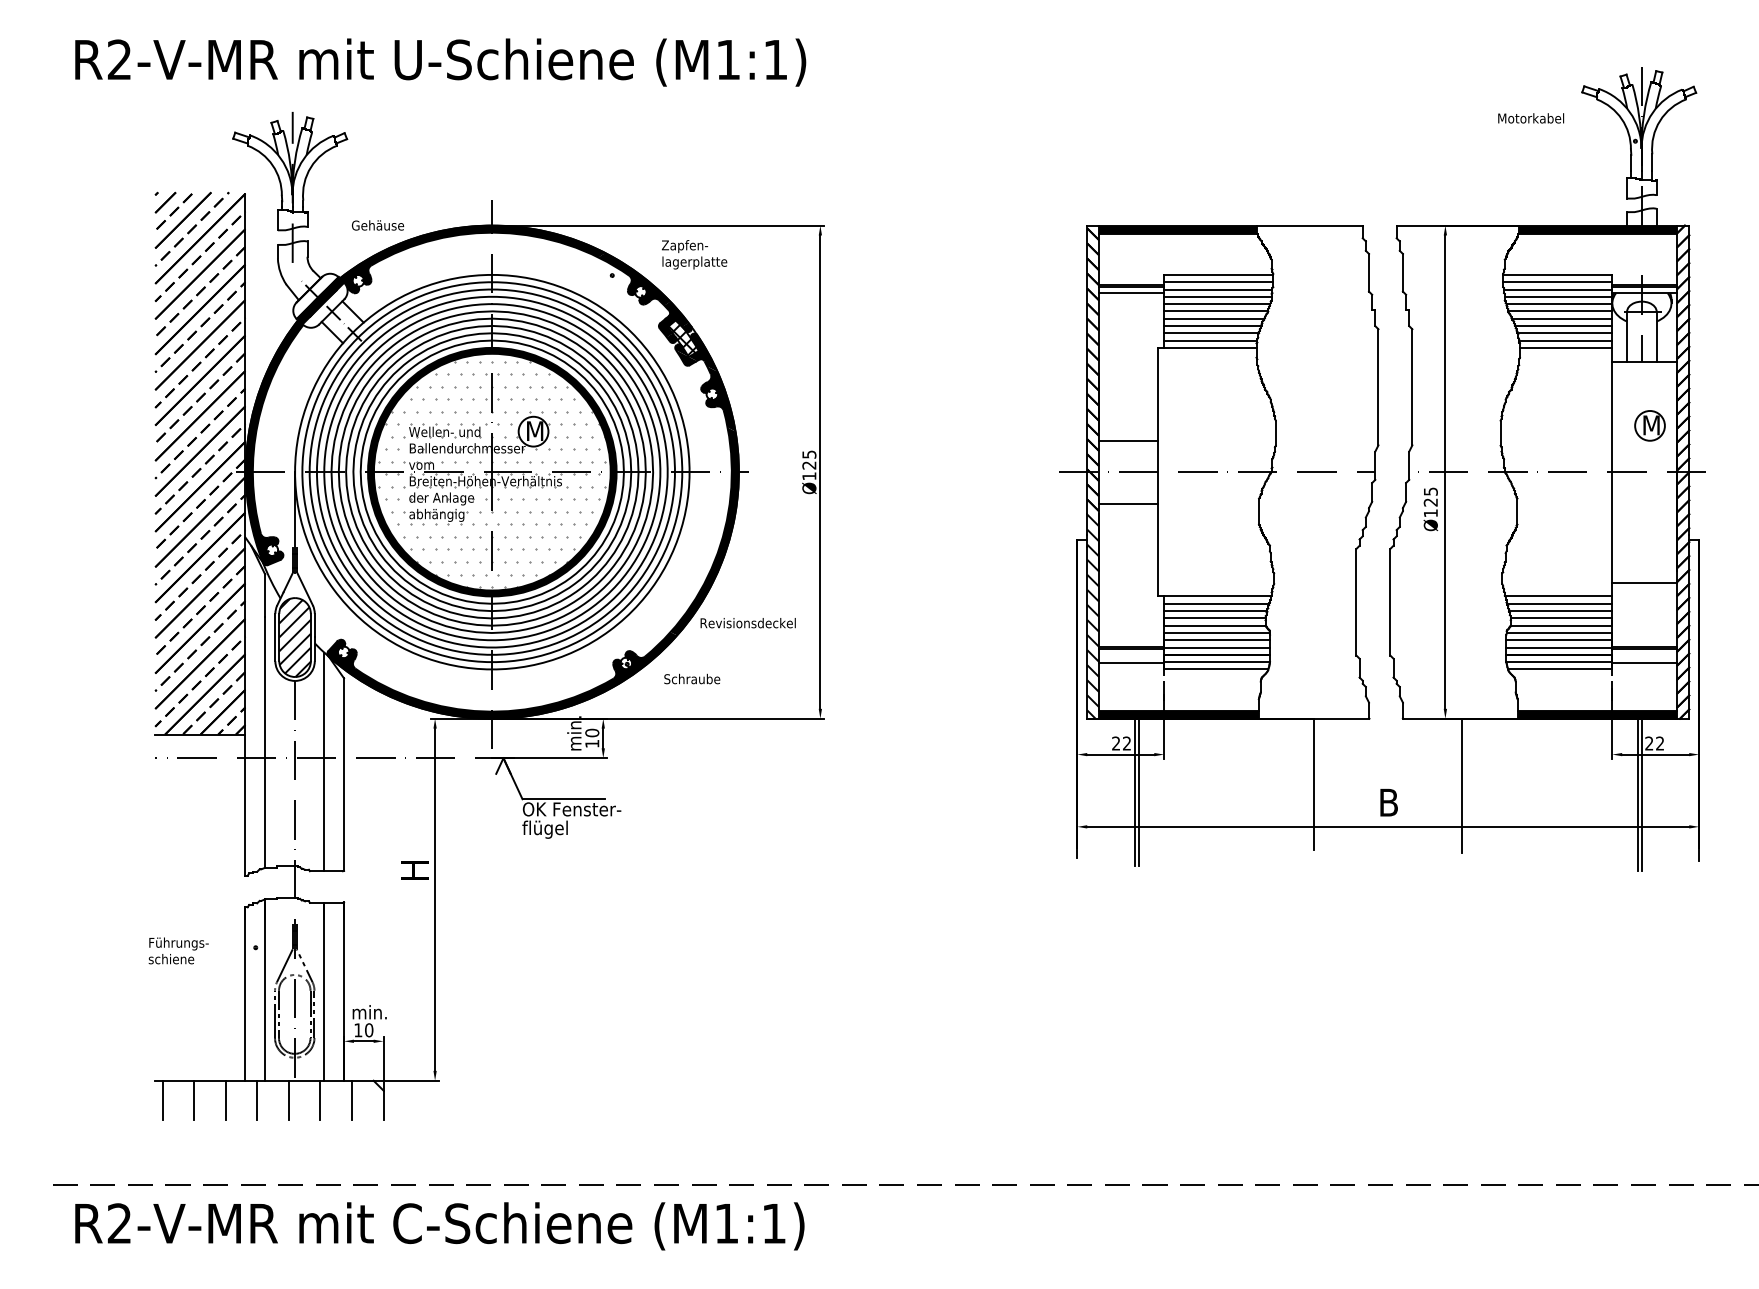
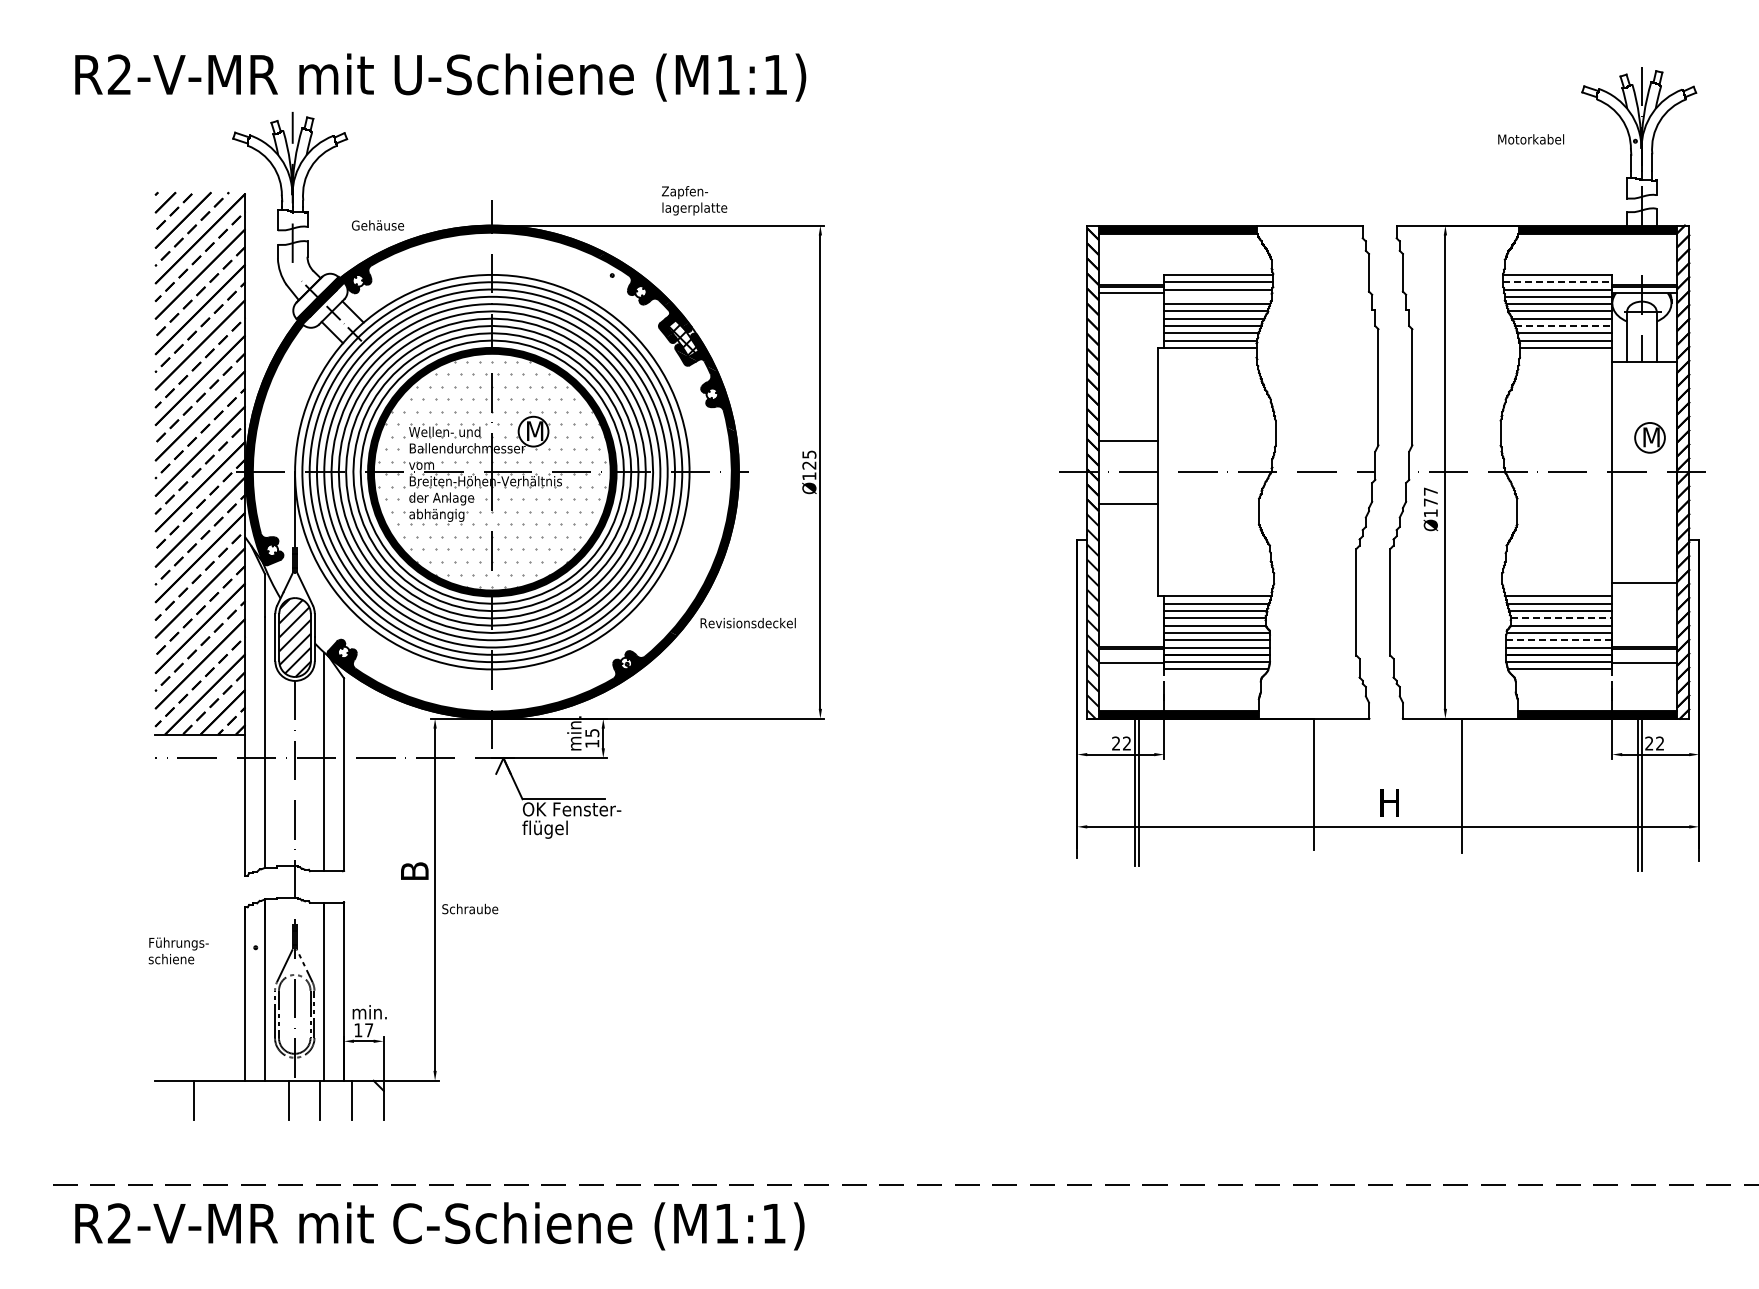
text at (440, 62) position: (440, 62) -> (440, 77)
text at (1531, 118) position: (1531, 118) -> (1531, 139)
text at (694, 254) position: (694, 254) -> (694, 200)
line at (1557, 282): solid -> dashed
line at (1217, 296): present -> none
line at (1563, 326): solid -> dashed
part at (1649, 425) position: (1649, 425) -> (1649, 437)
text at (1430, 496): Ø125 -> Ø177
line at (1561, 618): solid -> dashed
line at (1559, 640): solid -> dashed
text at (692, 678) position: (692, 678) -> (470, 908)
text at (592, 732): 10 -> 15
text at (1389, 802): B -> H
text at (414, 870): H -> B
text at (369, 1030): 10 -> 17
line at (162, 1100): present -> none
line at (225, 1100): present -> none
line at (257, 1100): present -> none
